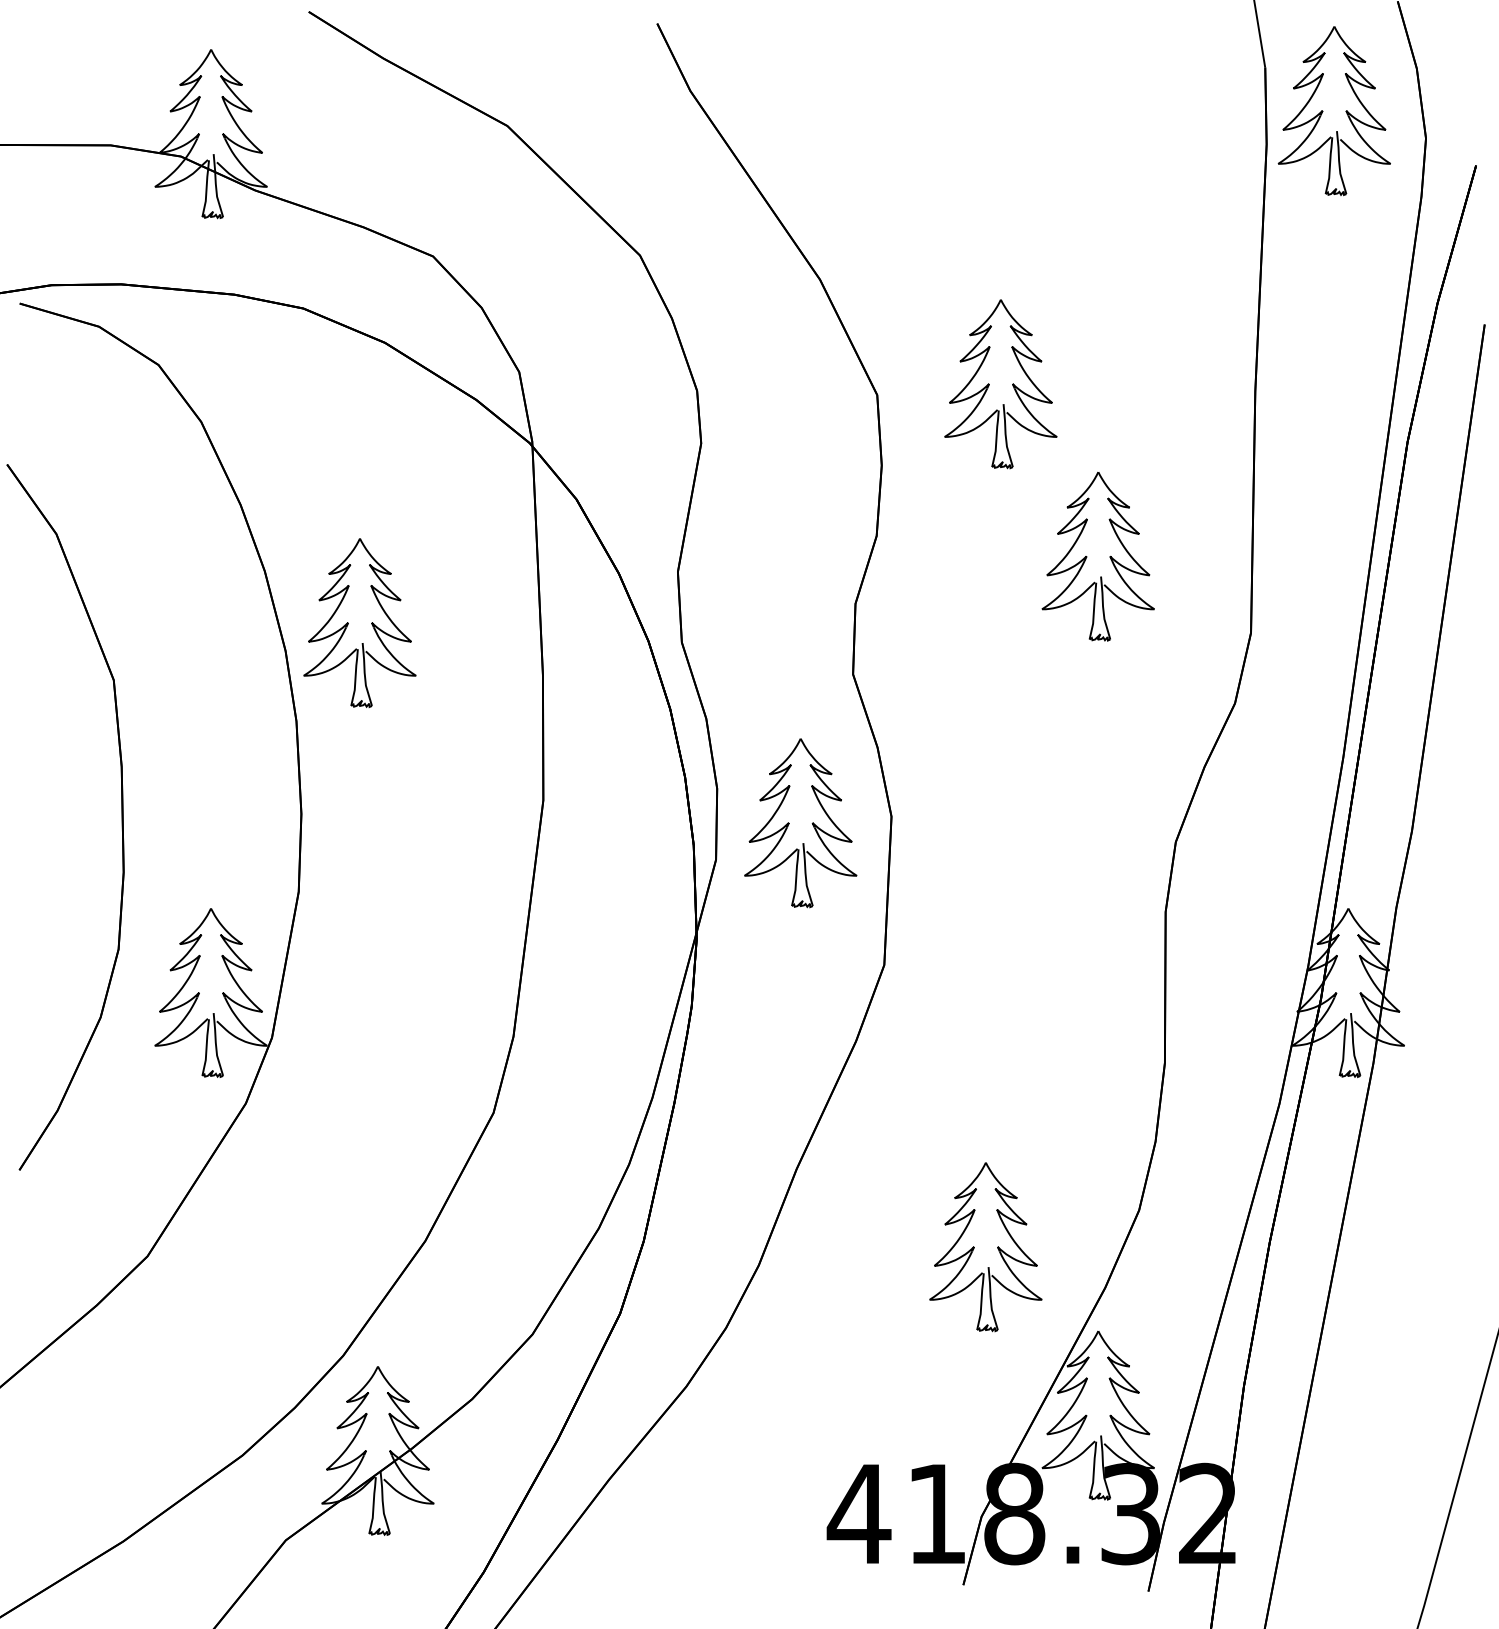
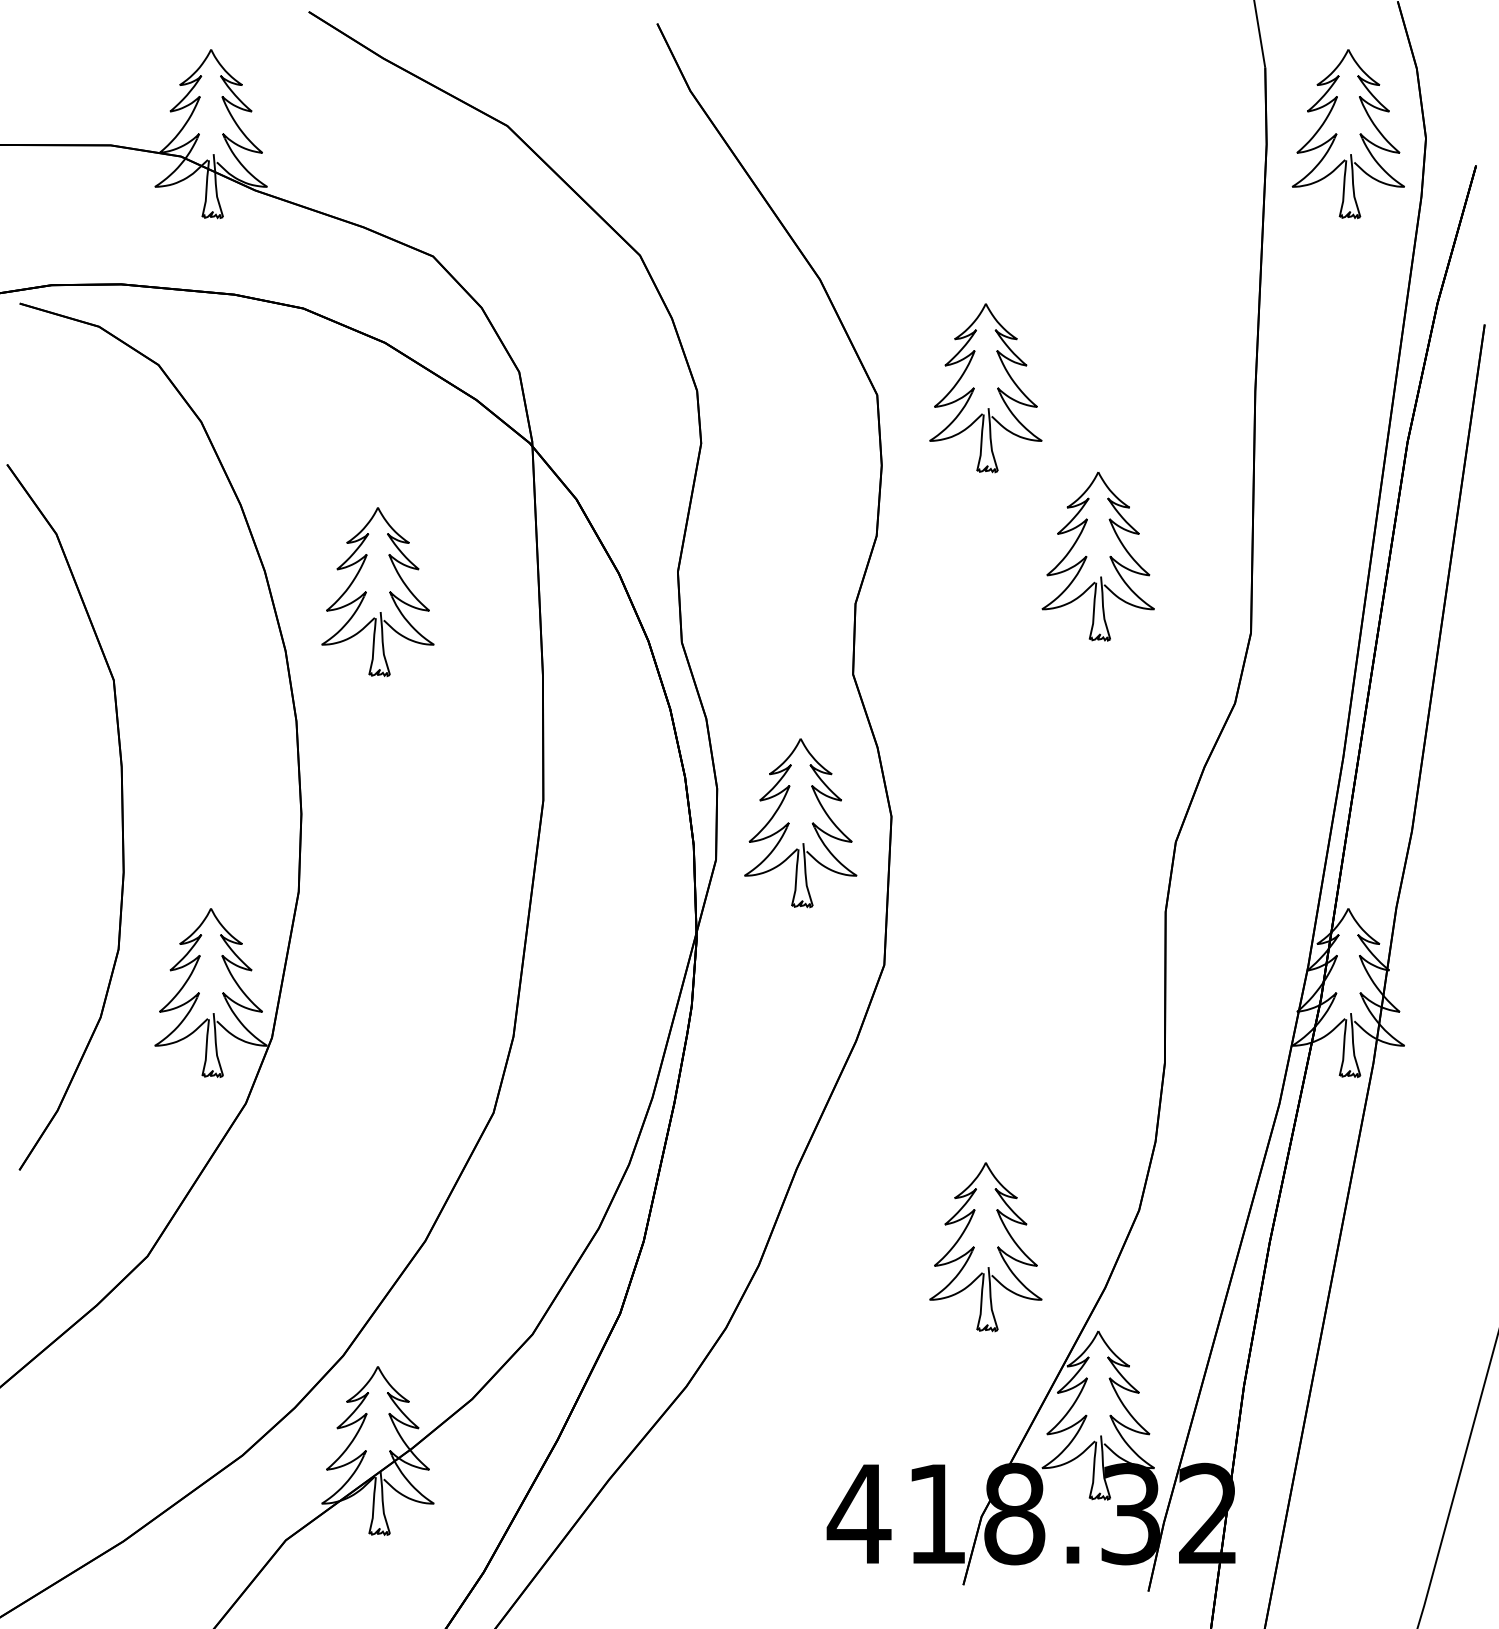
part at (1323, 111) position: (1323, 111) -> (1337, 134)
part at (1000, 384) position: (1000, 384) -> (985, 388)
part at (359, 622) position: (359, 622) -> (377, 591)
